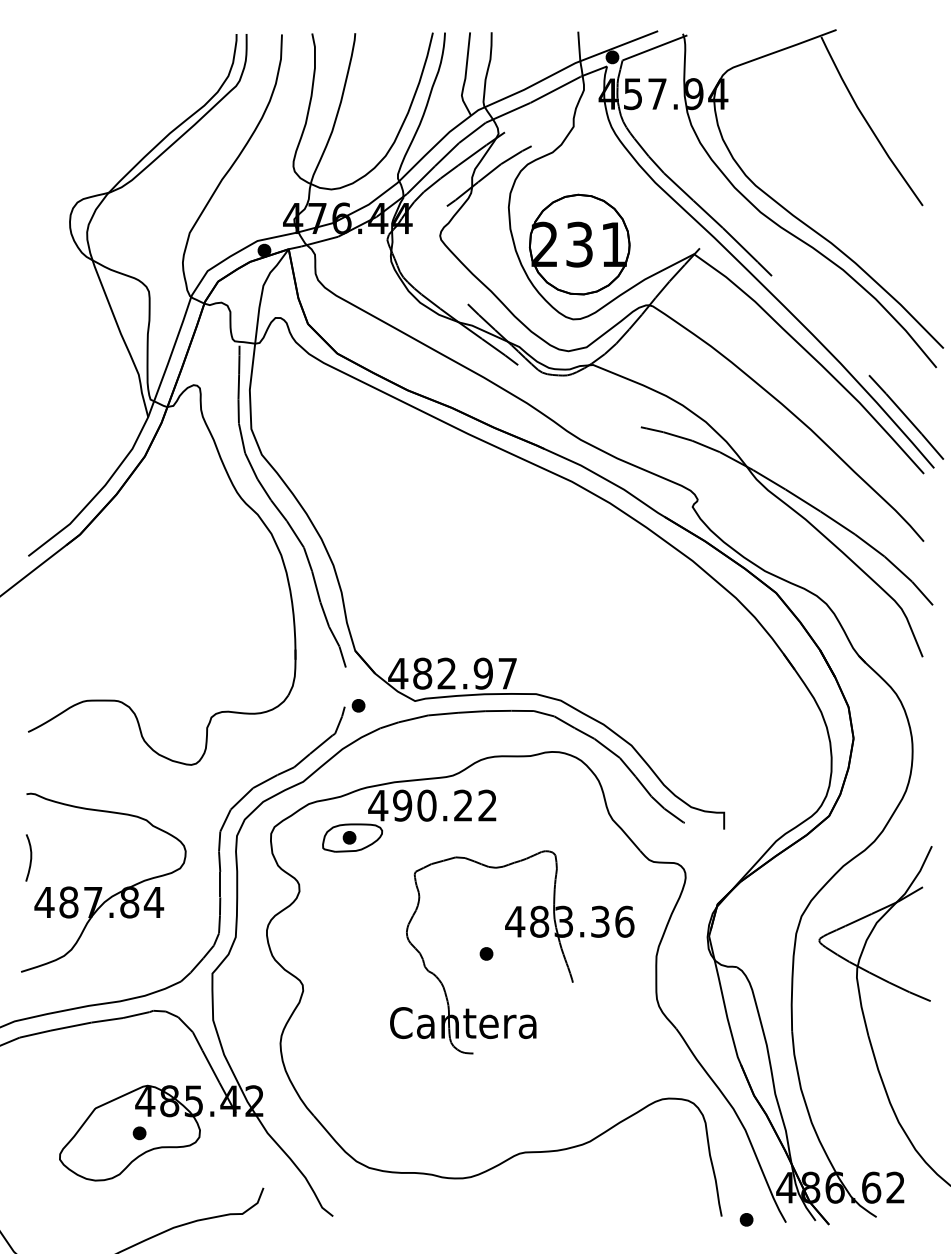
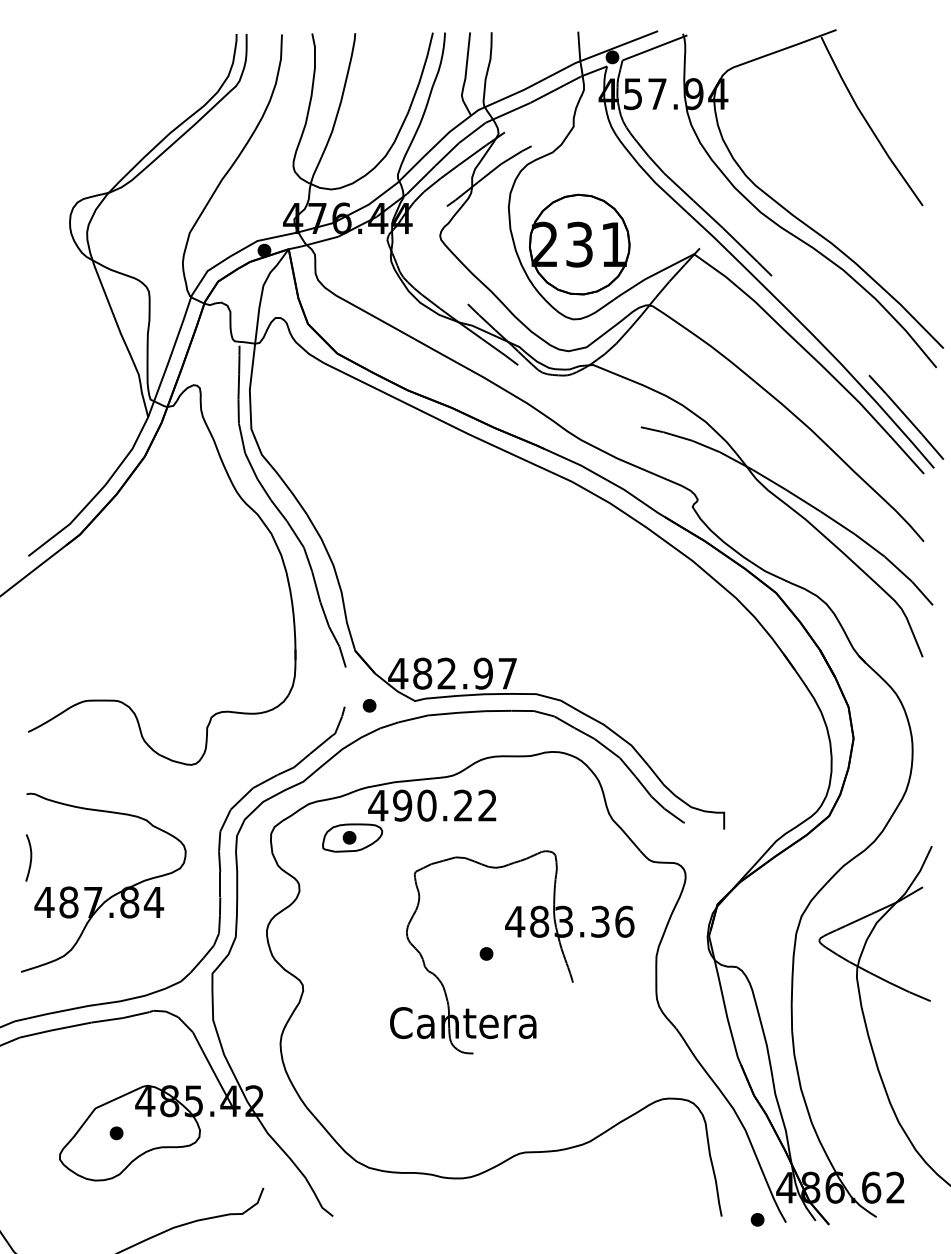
part at (358, 705) position: (358, 705) -> (369, 705)
part at (139, 1133) position: (139, 1133) -> (116, 1133)
part at (746, 1219) position: (746, 1219) -> (757, 1219)
